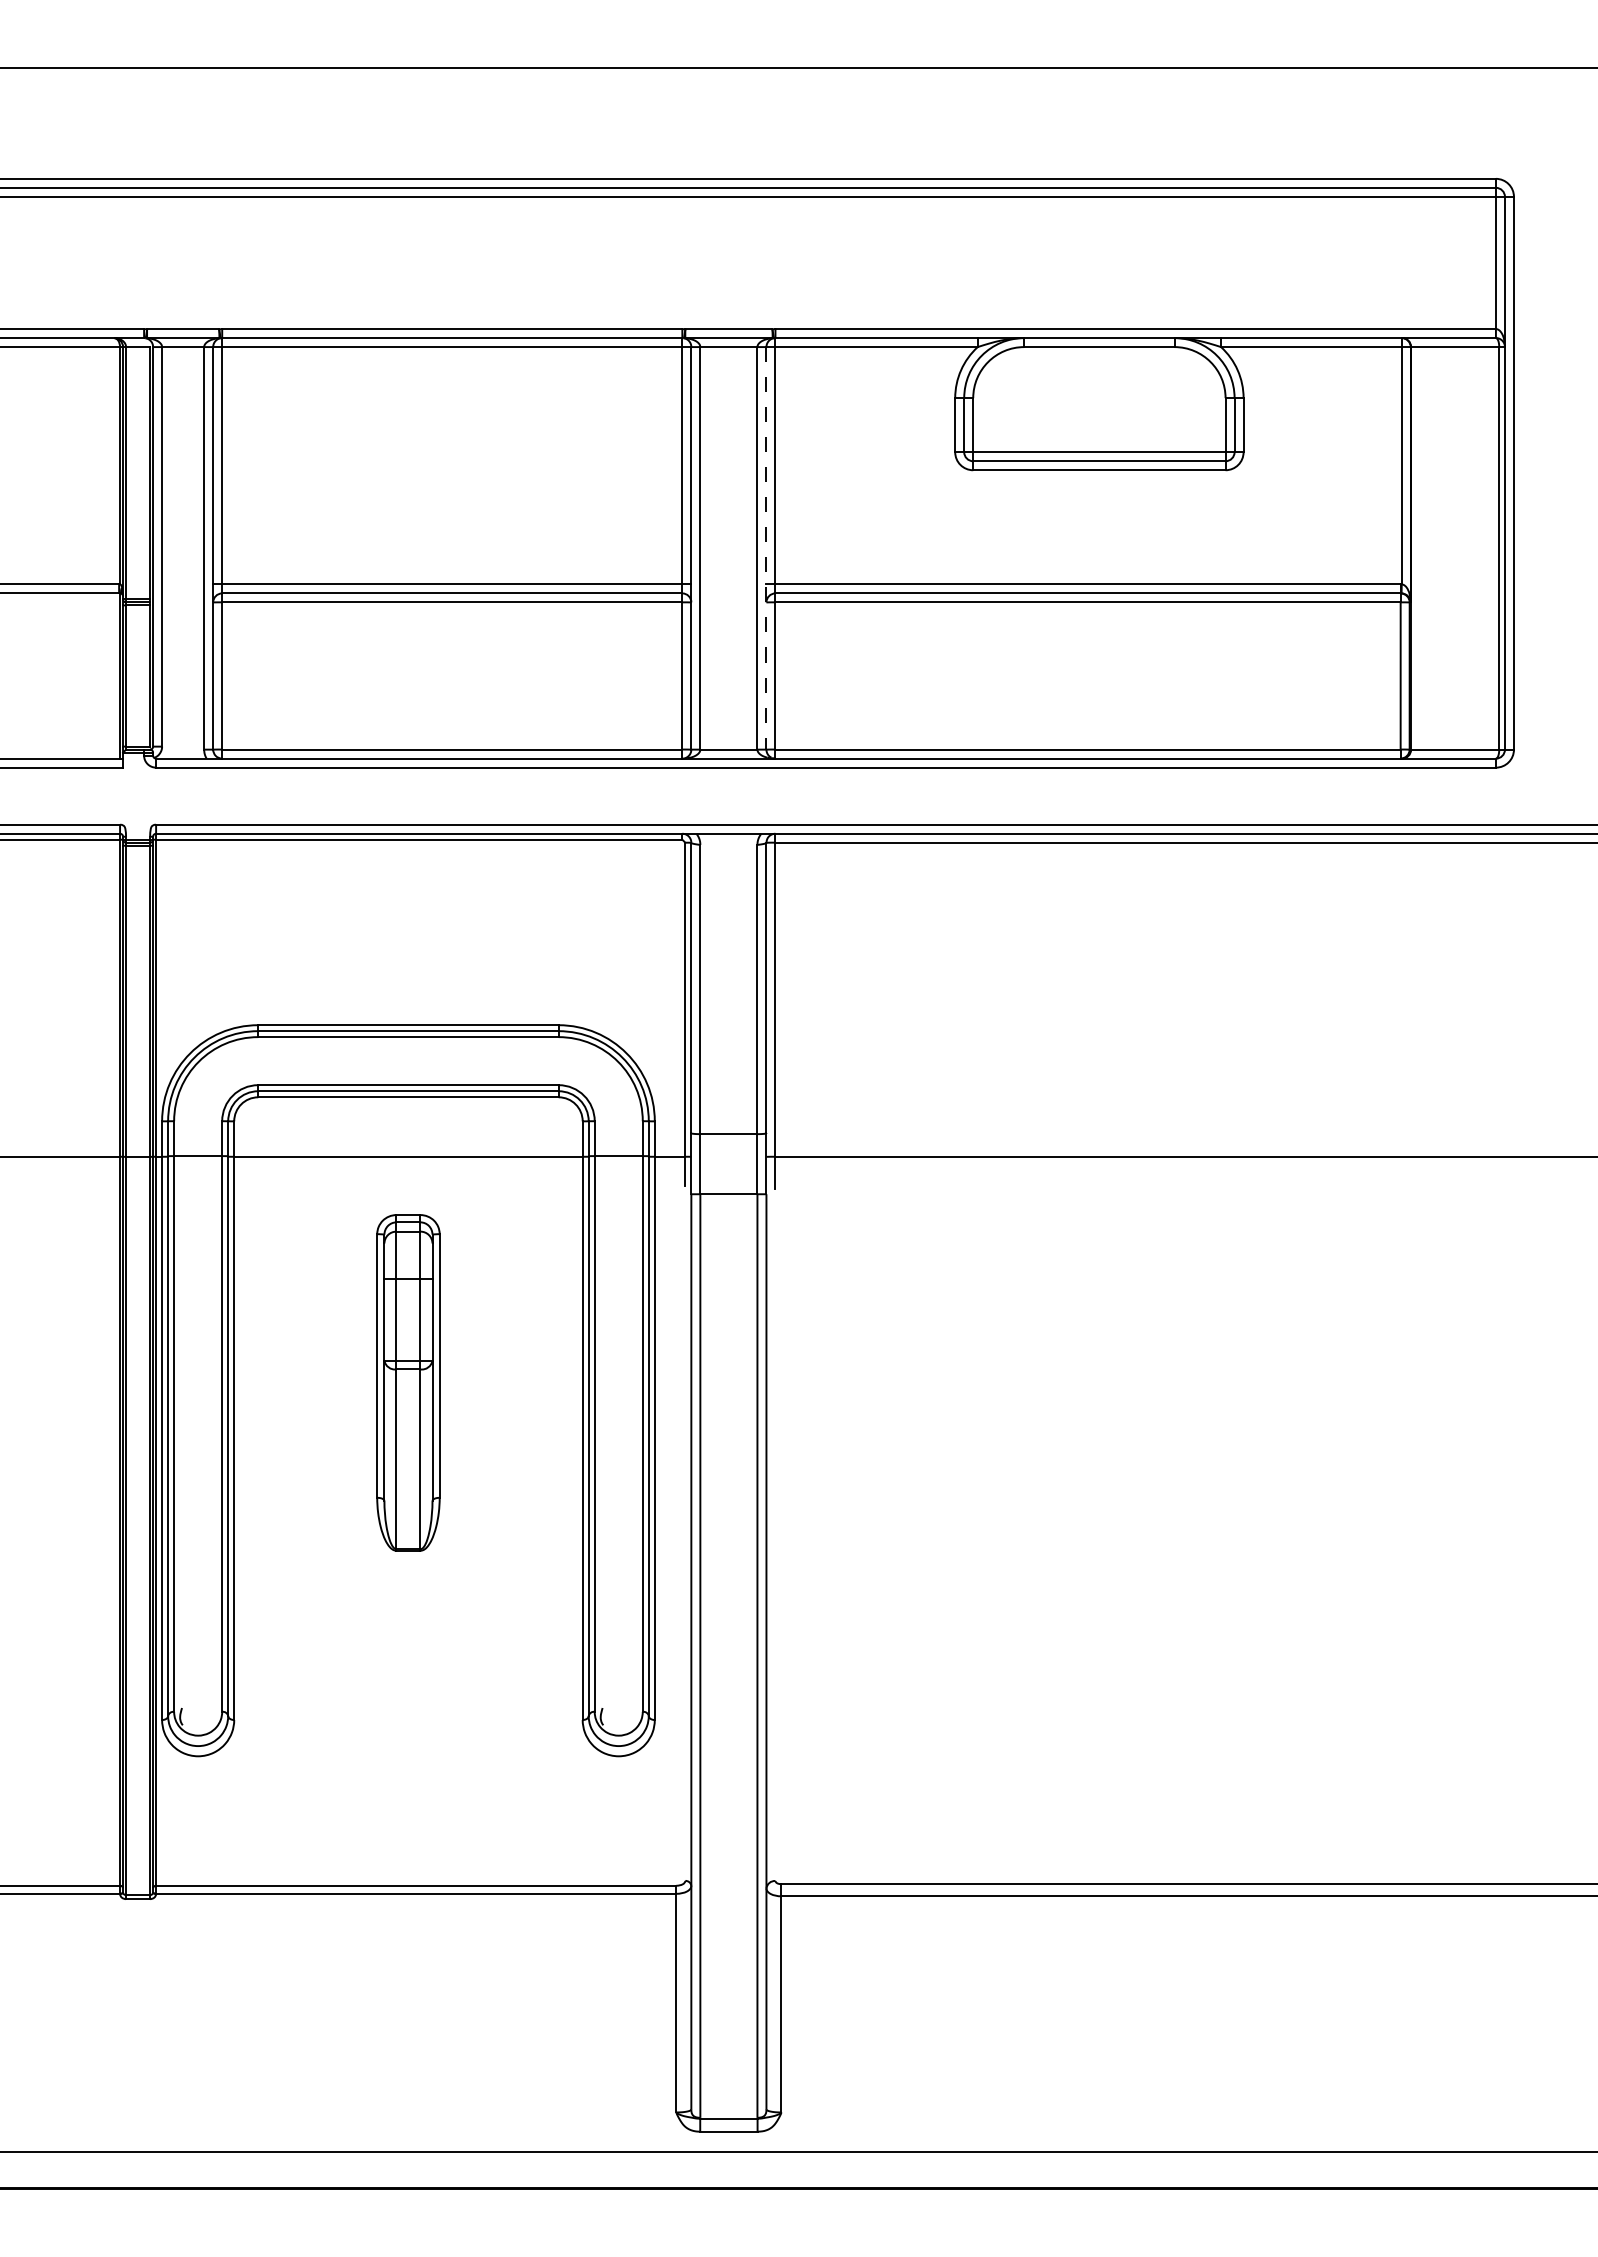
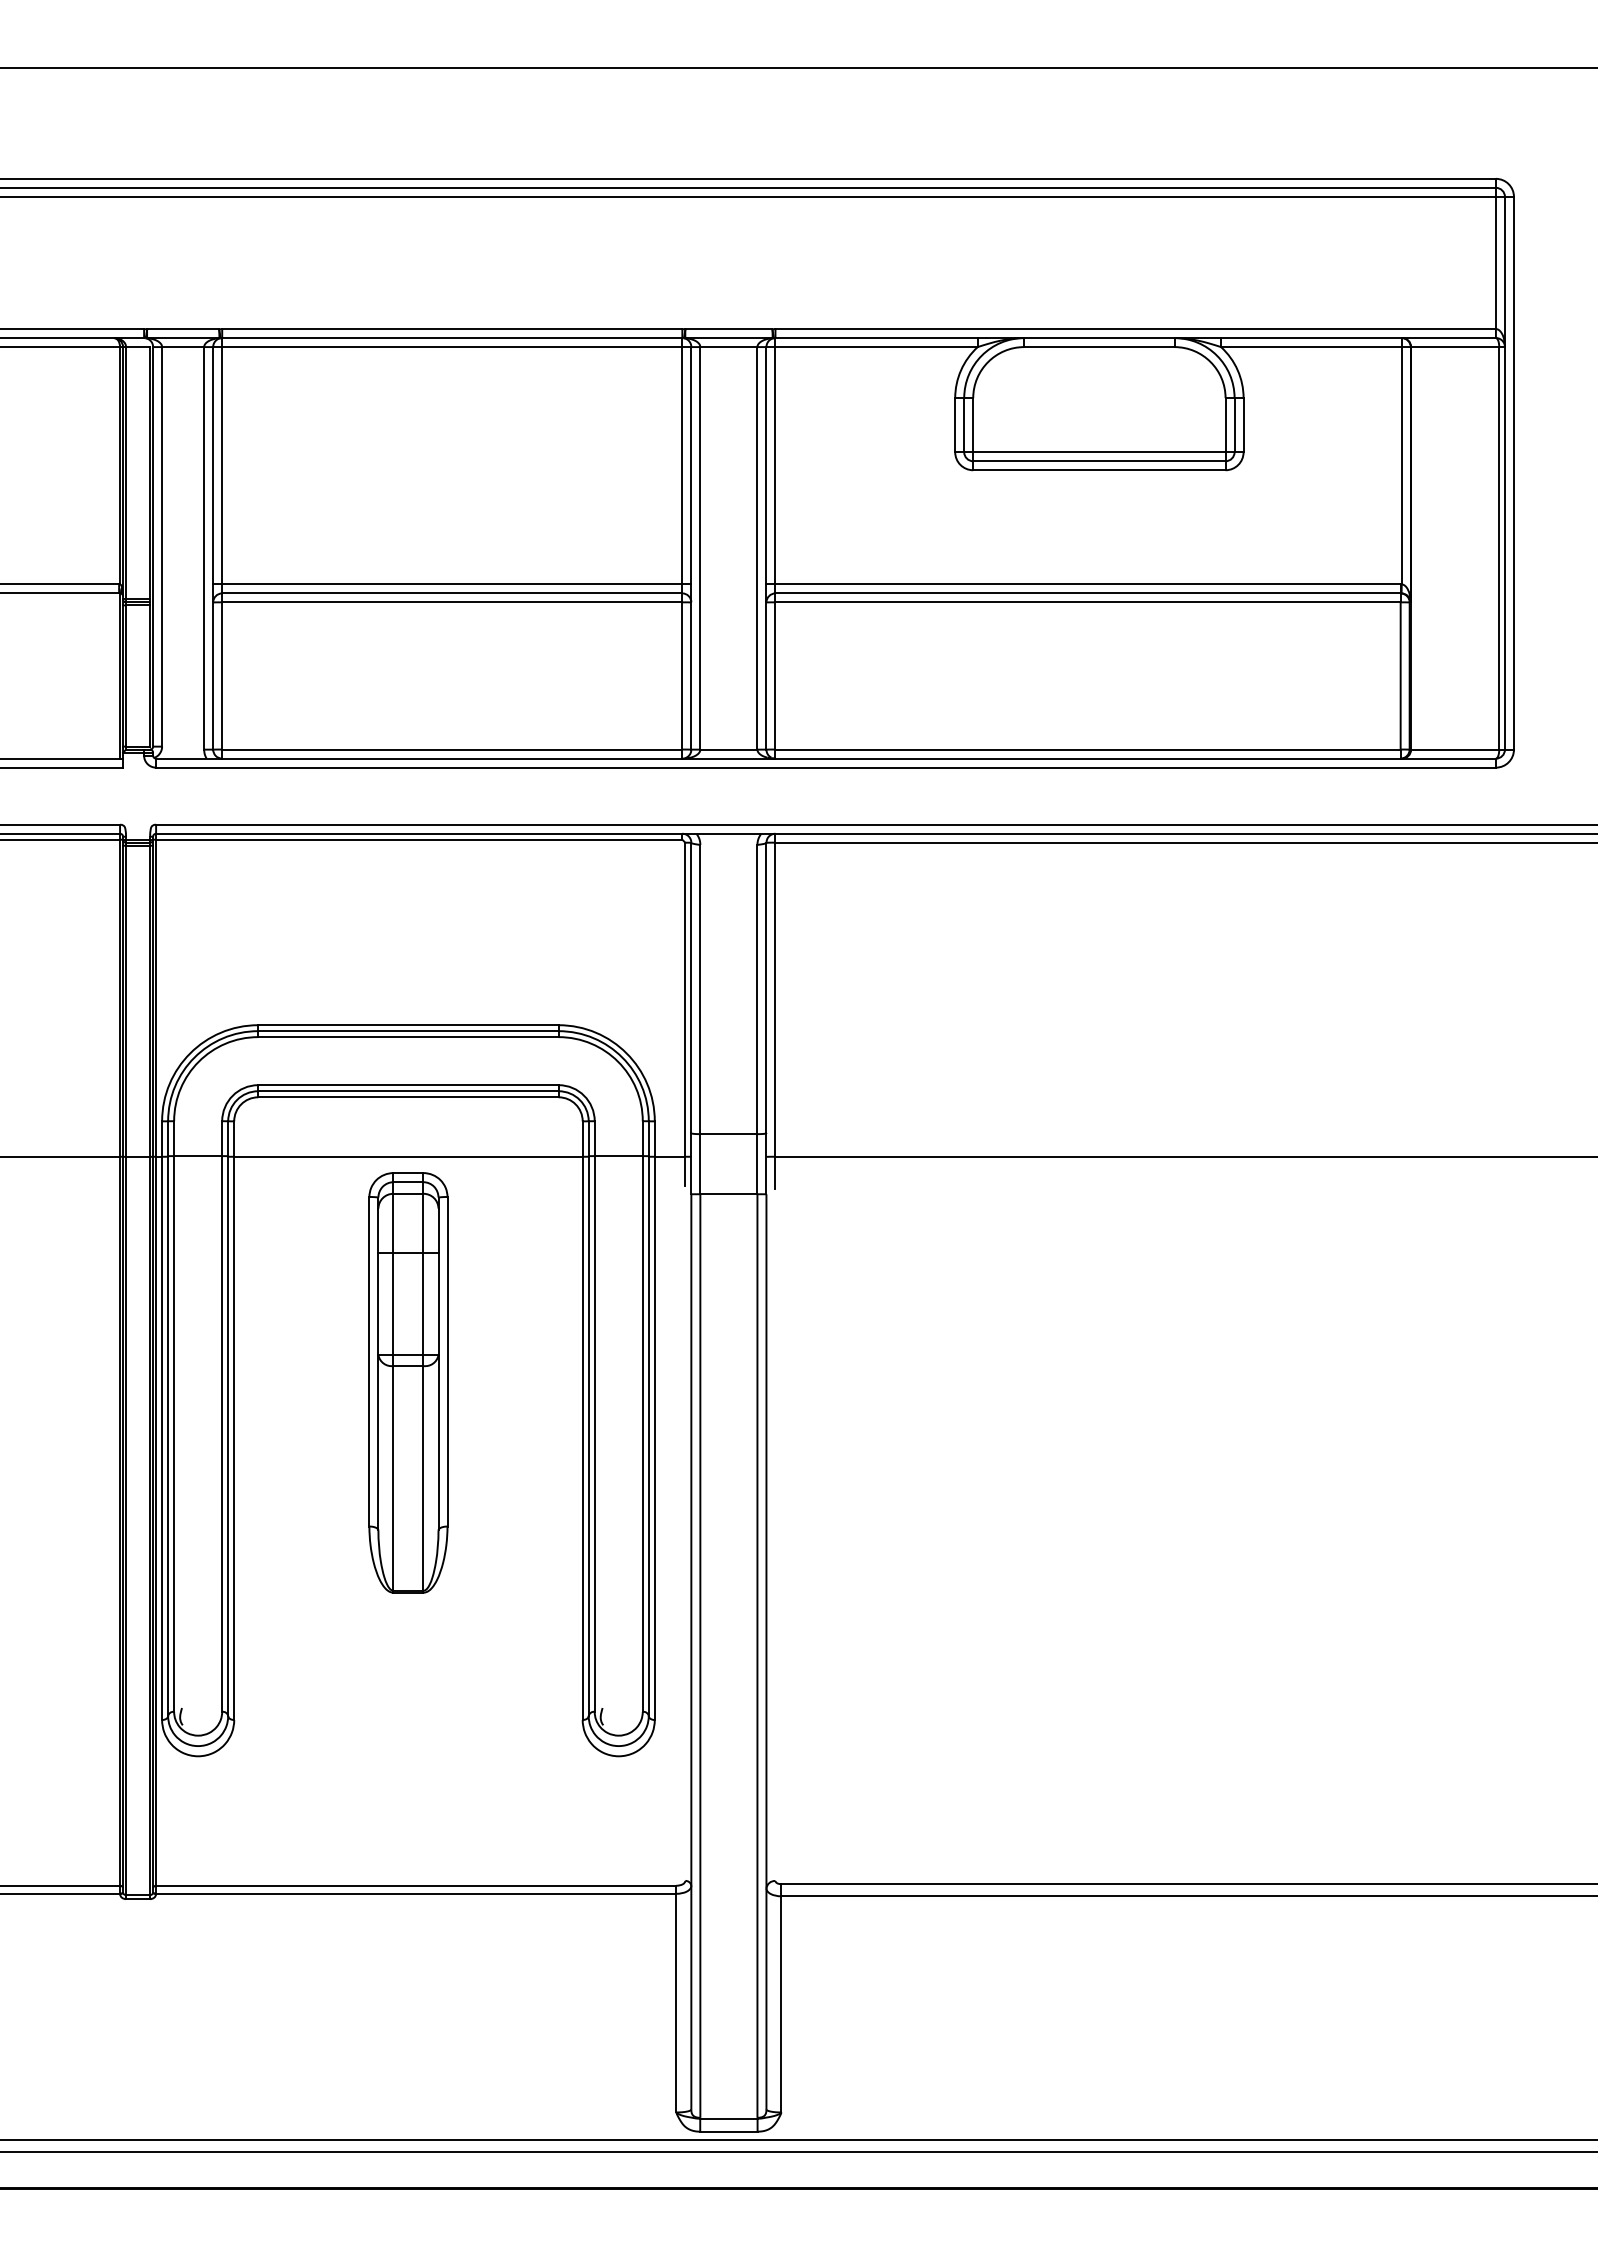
line at (766, 548): dashed -> solid
part at (408, 1382) size: 65x338 px -> 81x422 px
line at (798, 2139): none -> present
